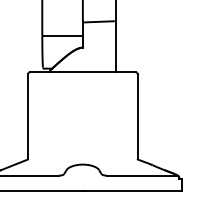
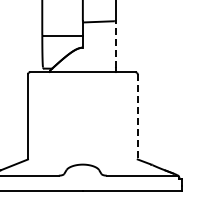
line at (115, 44): solid -> dashed
line at (137, 116): solid -> dashed
